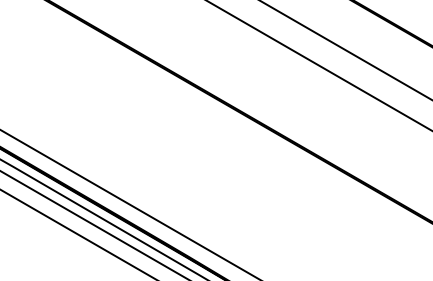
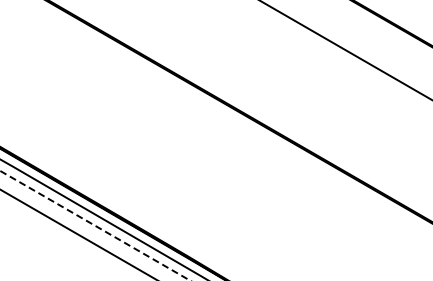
line at (319, 65): present -> none
line at (129, 203): present -> none
line at (95, 225): solid -> dashed
